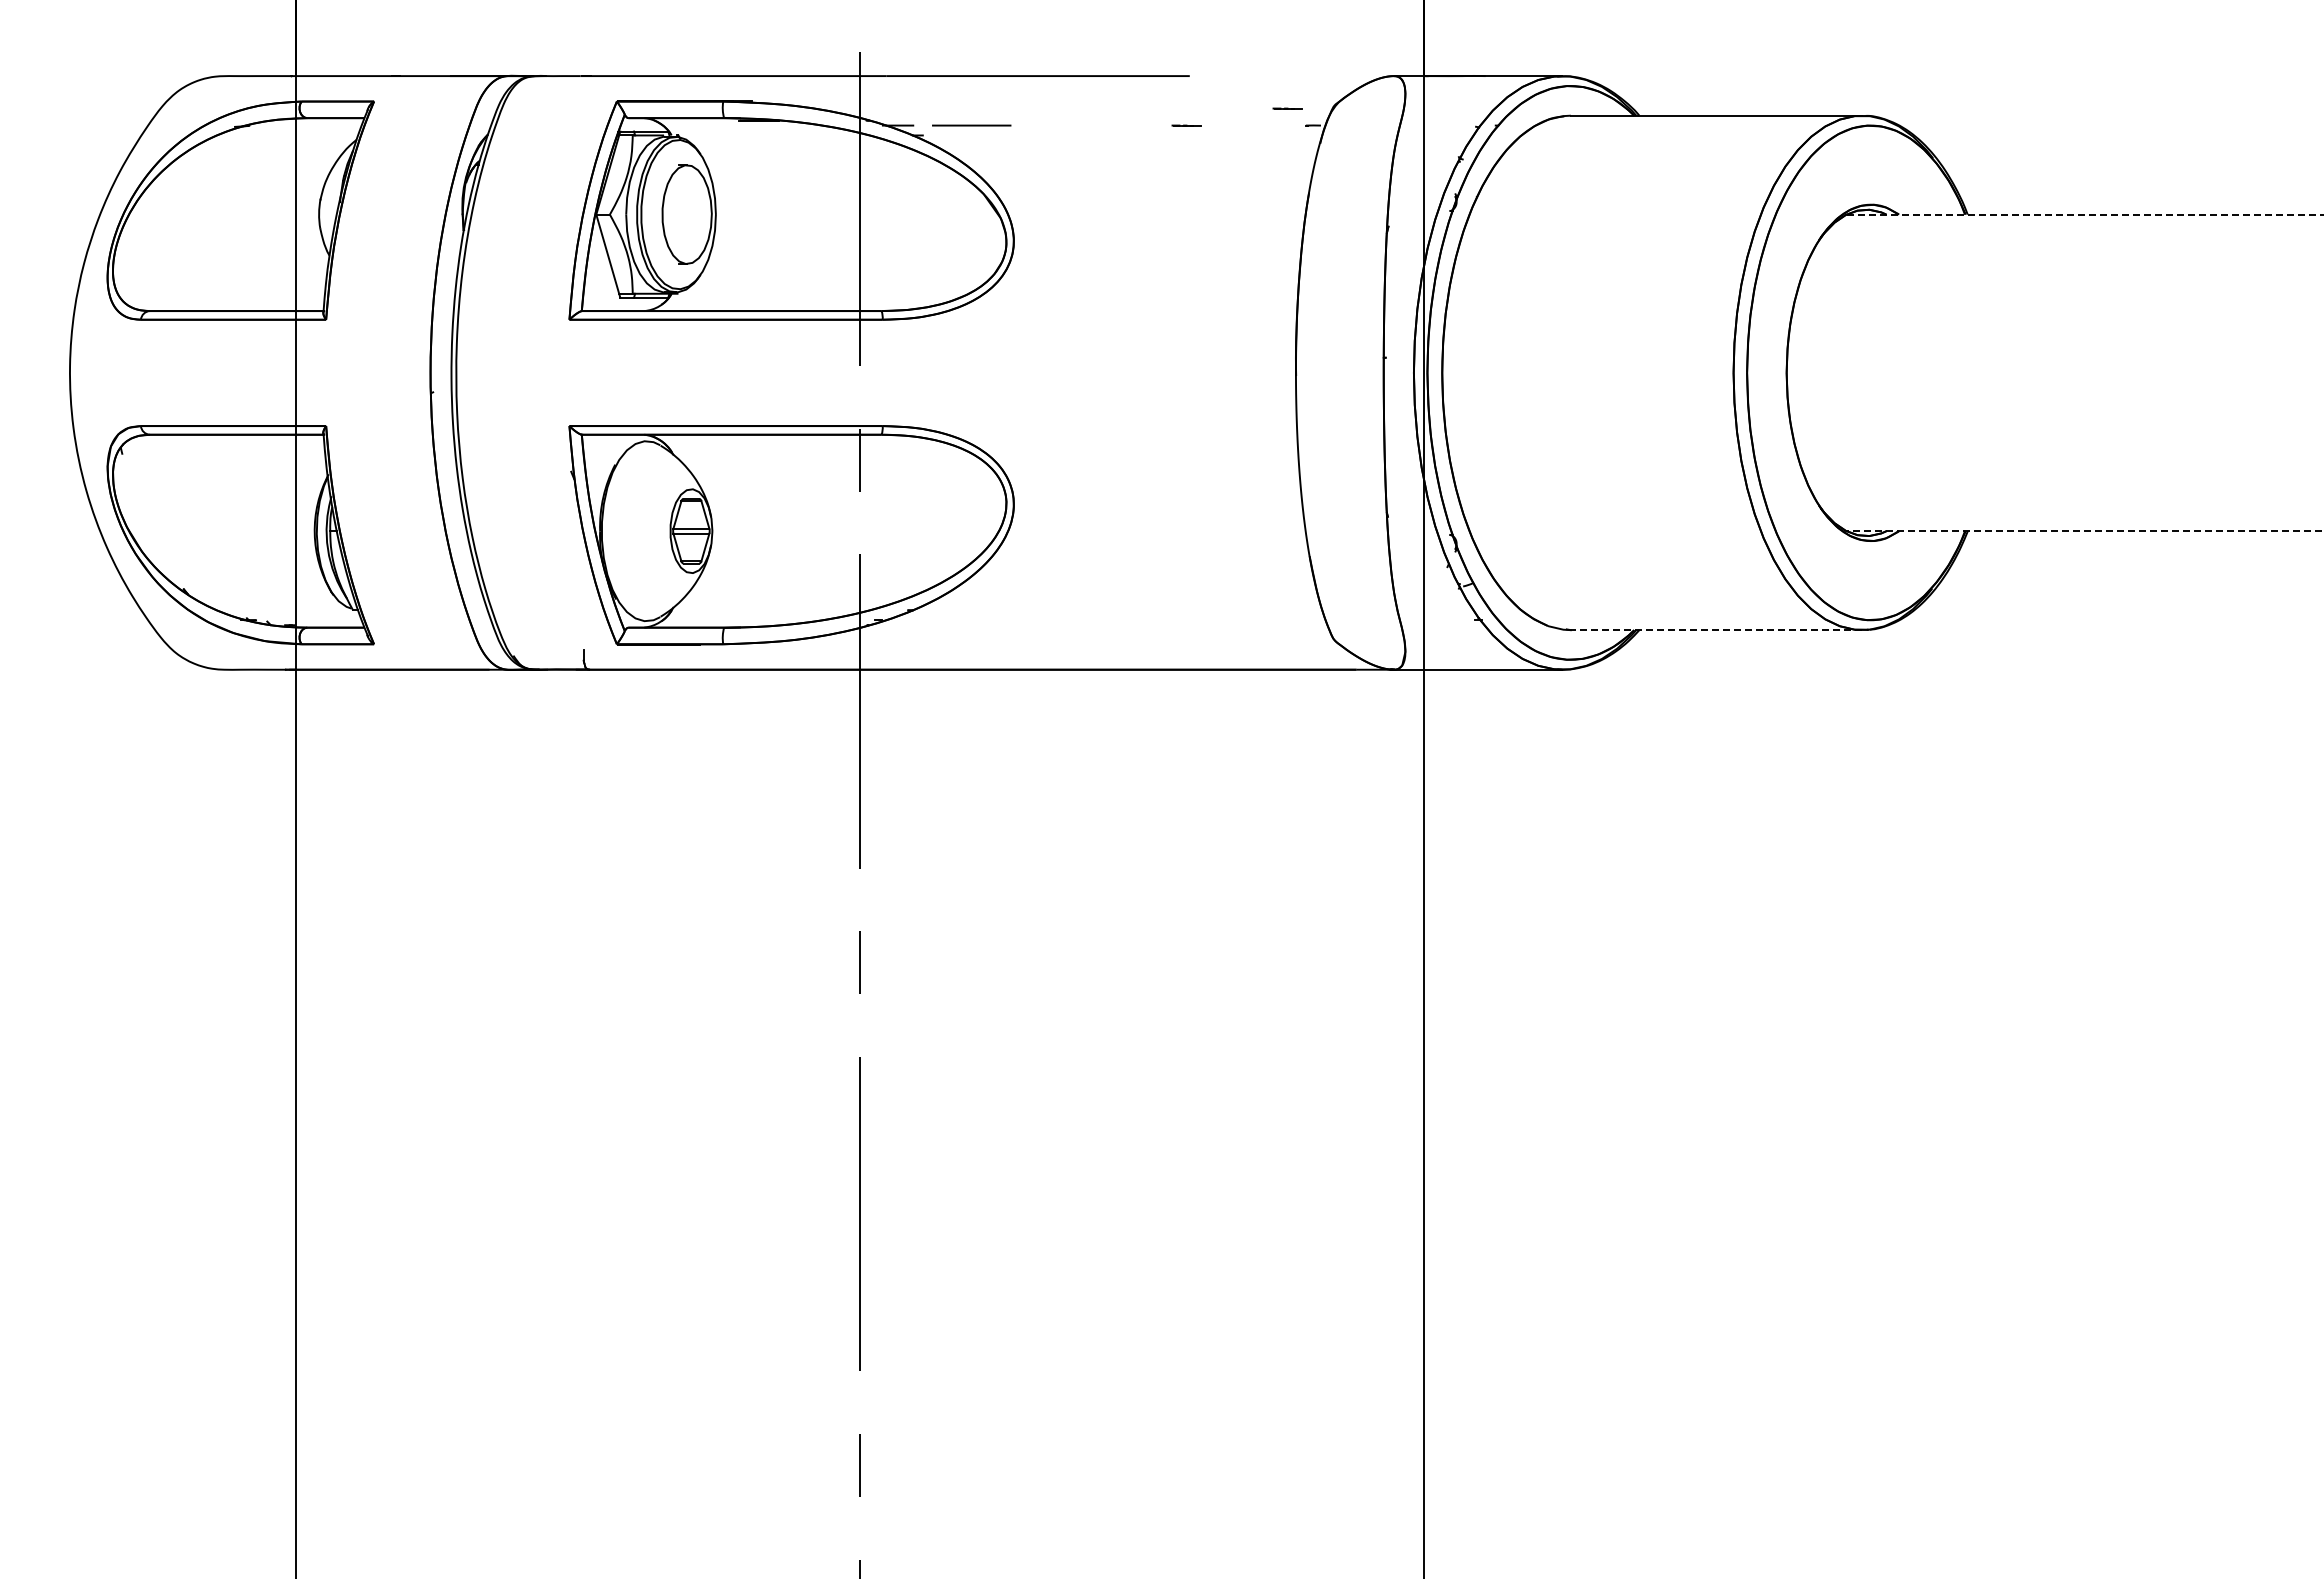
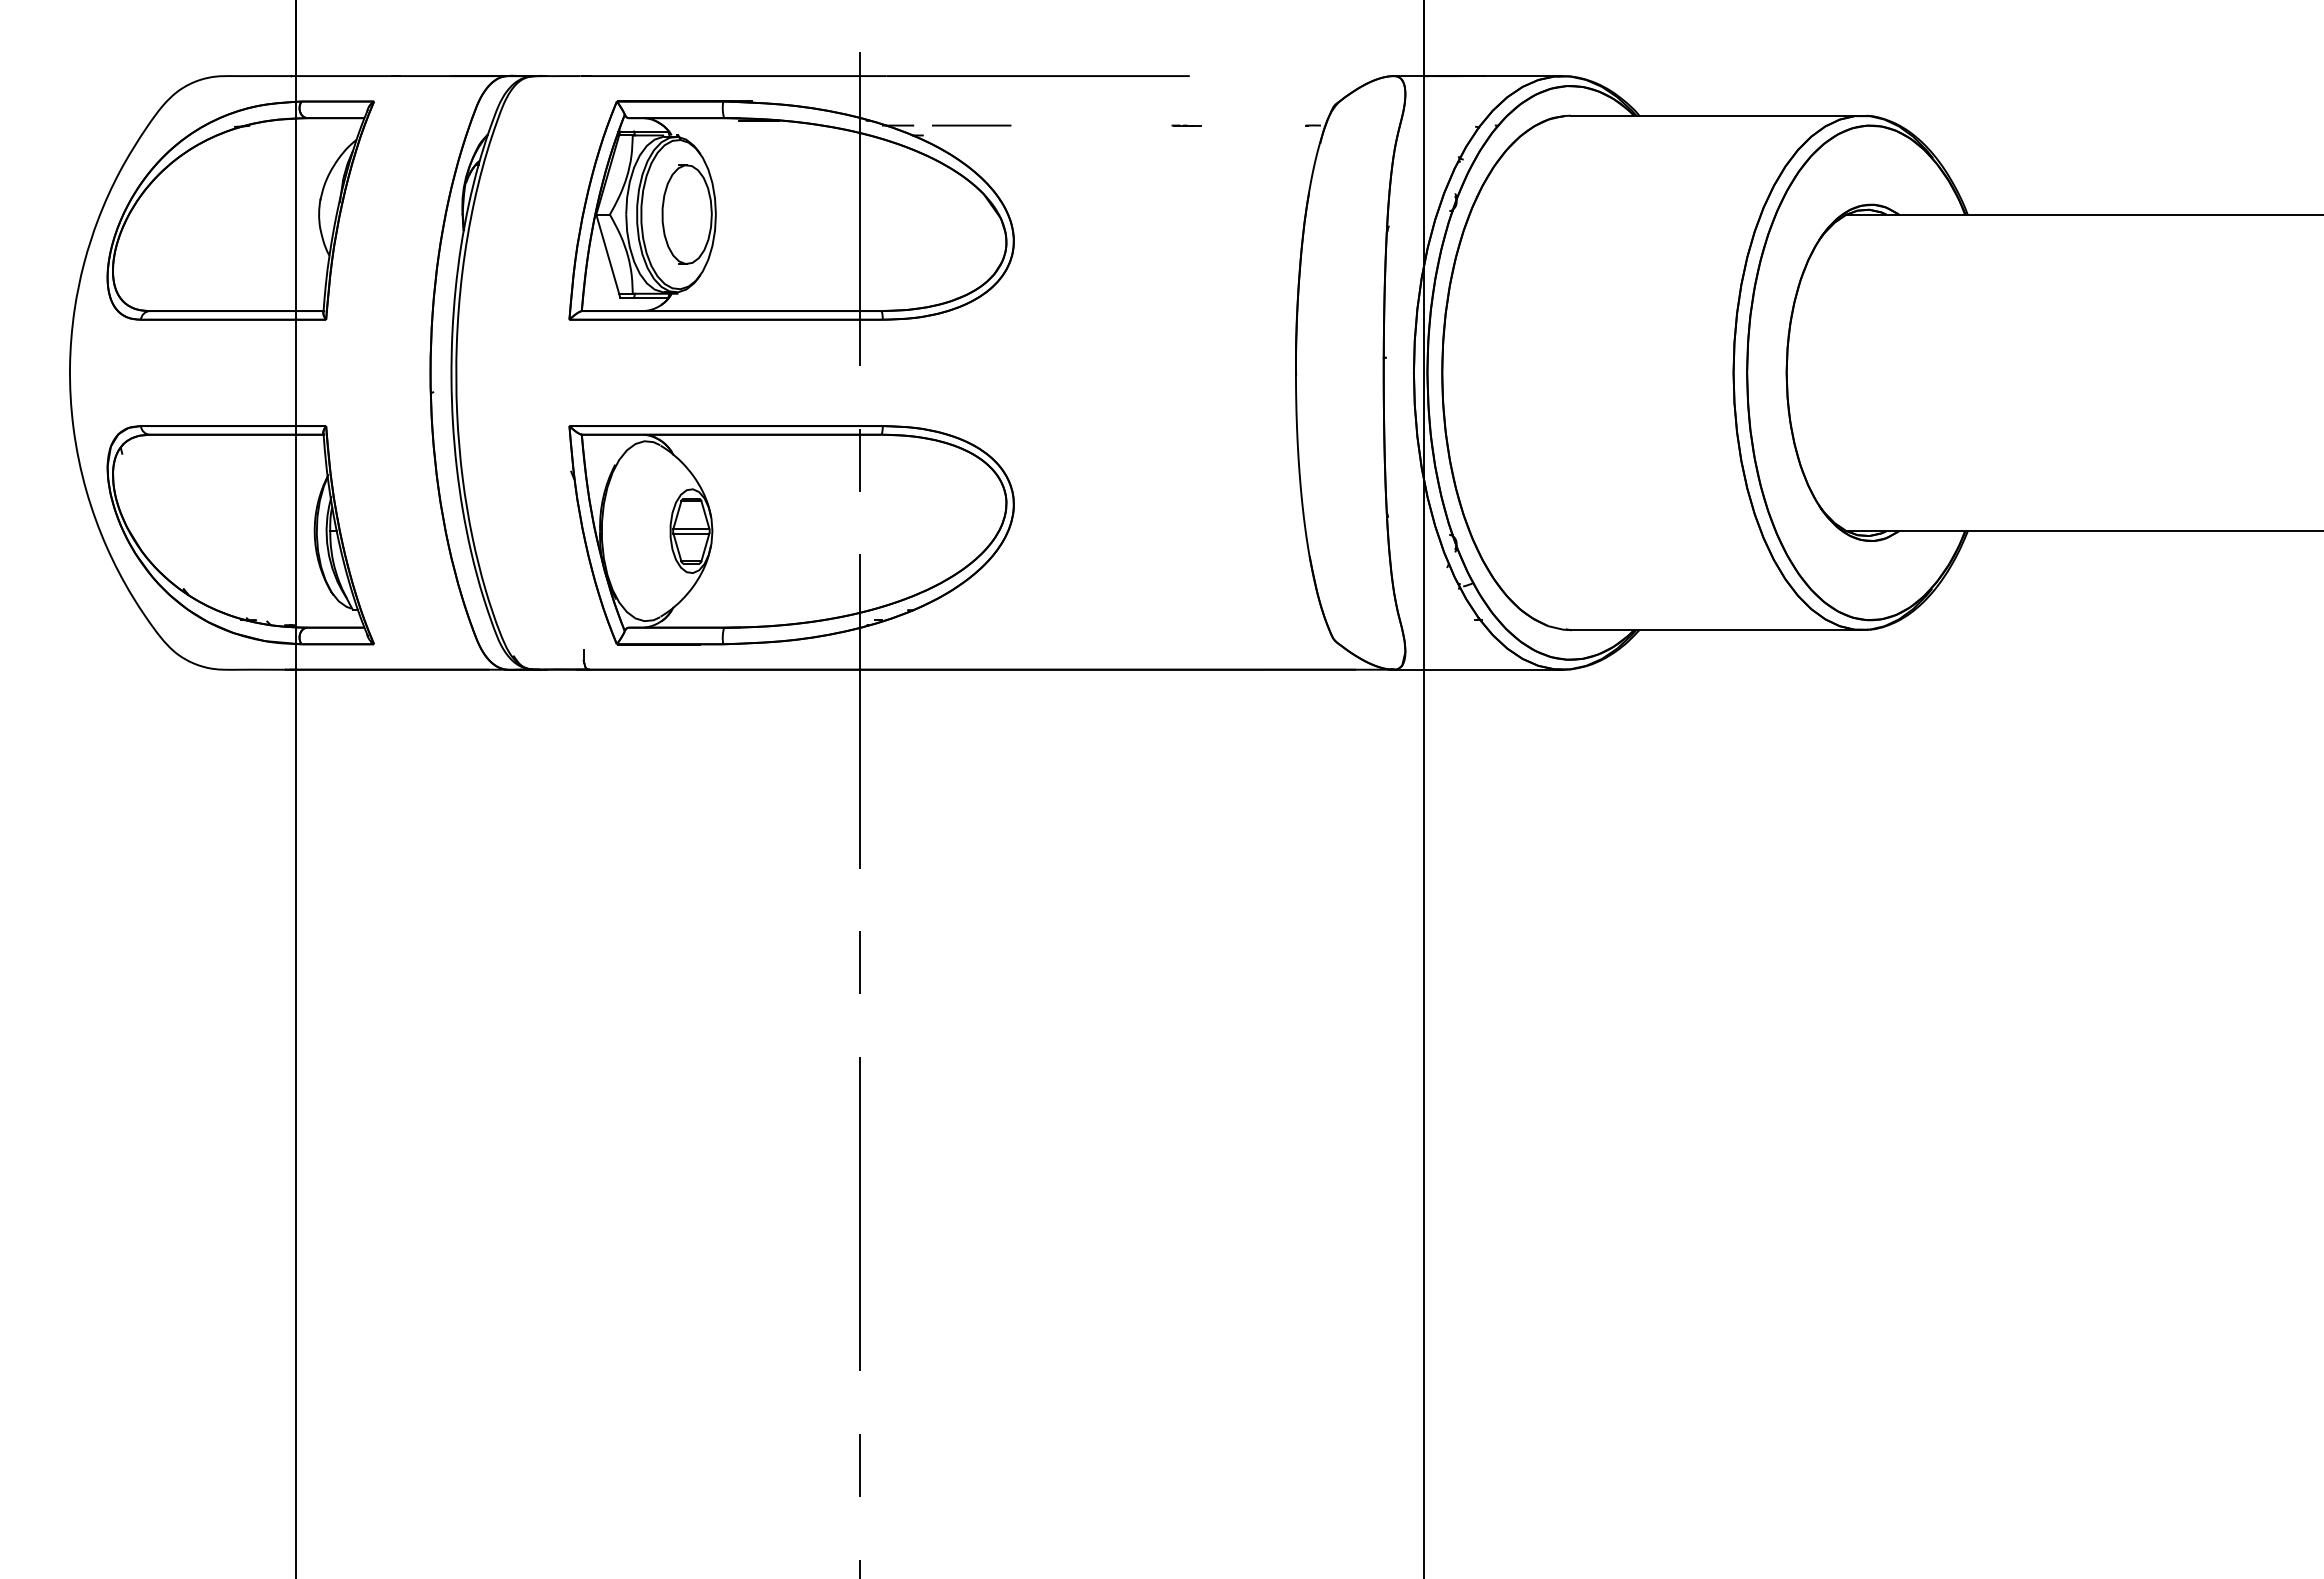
line at (1287, 108): present -> none
line at (2085, 214): dashed -> solid
line at (2084, 531): dashed -> solid
line at (1716, 630): dashed -> solid
